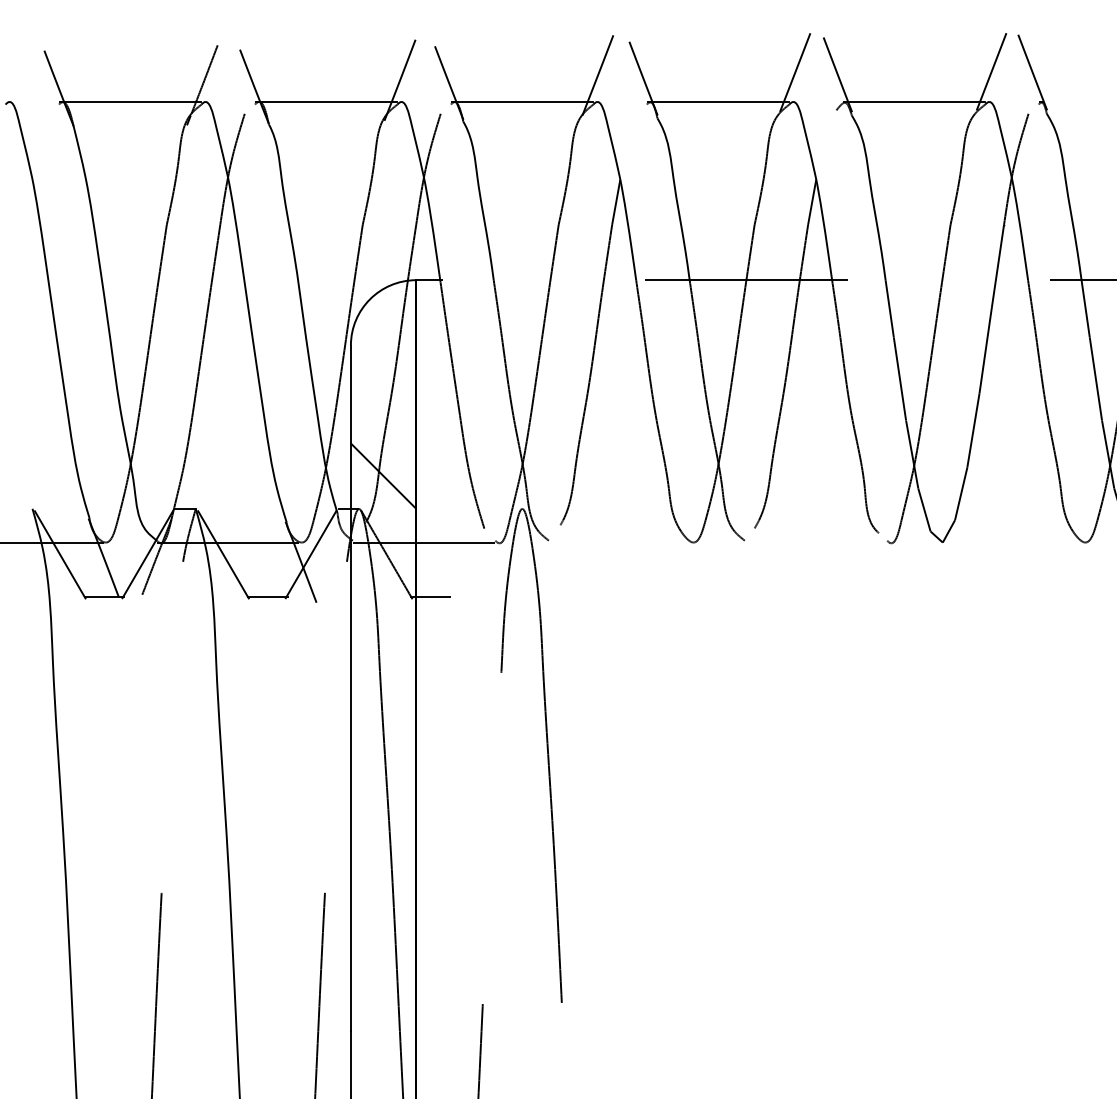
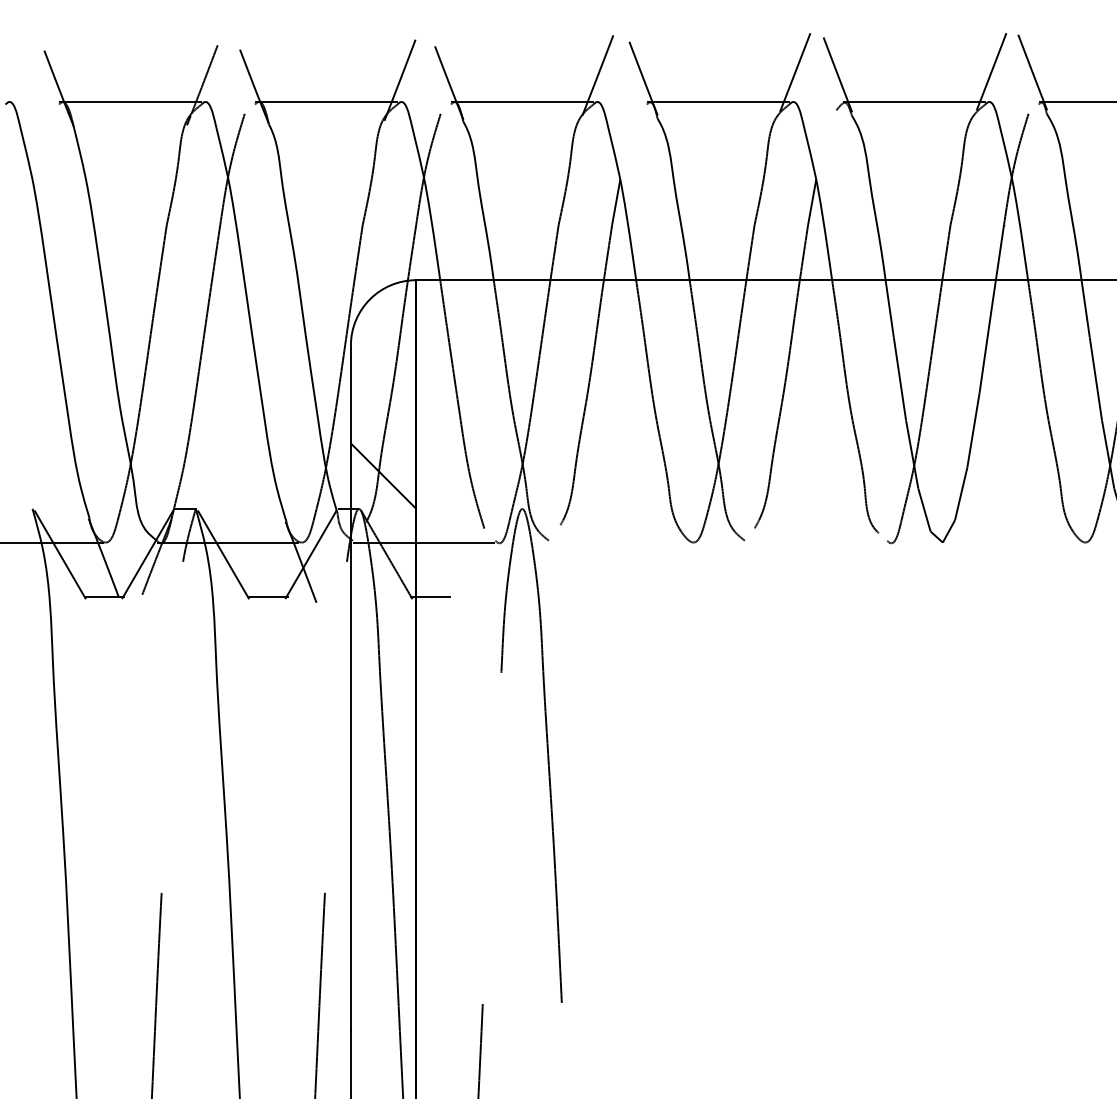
line at (1078, 102): none -> present
line at (766, 280): dashed -> solid
